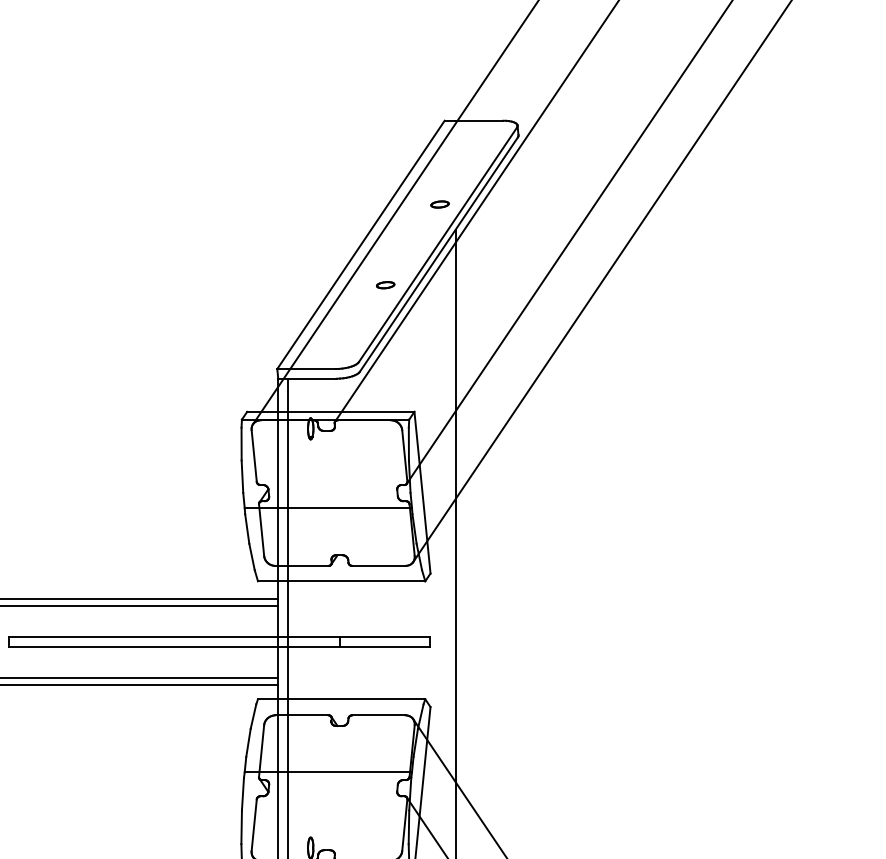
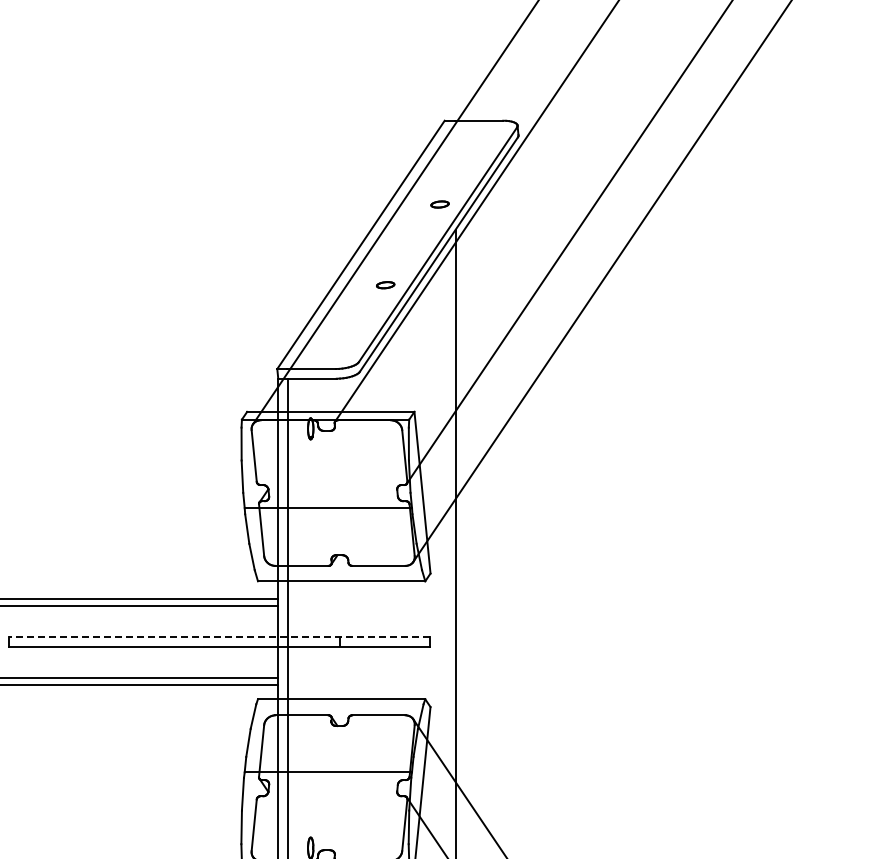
line at (219, 636): solid -> dashed
